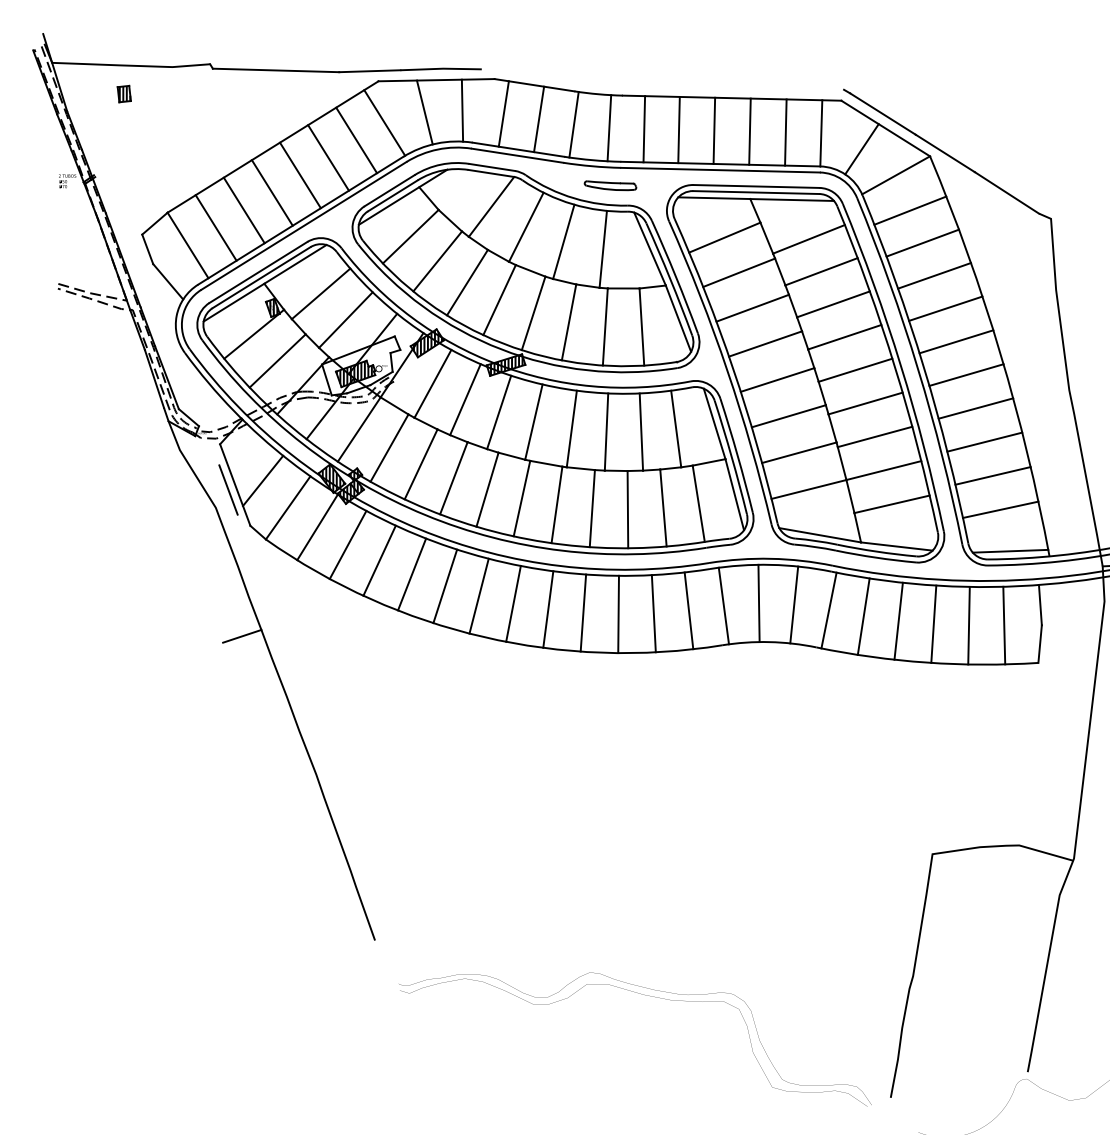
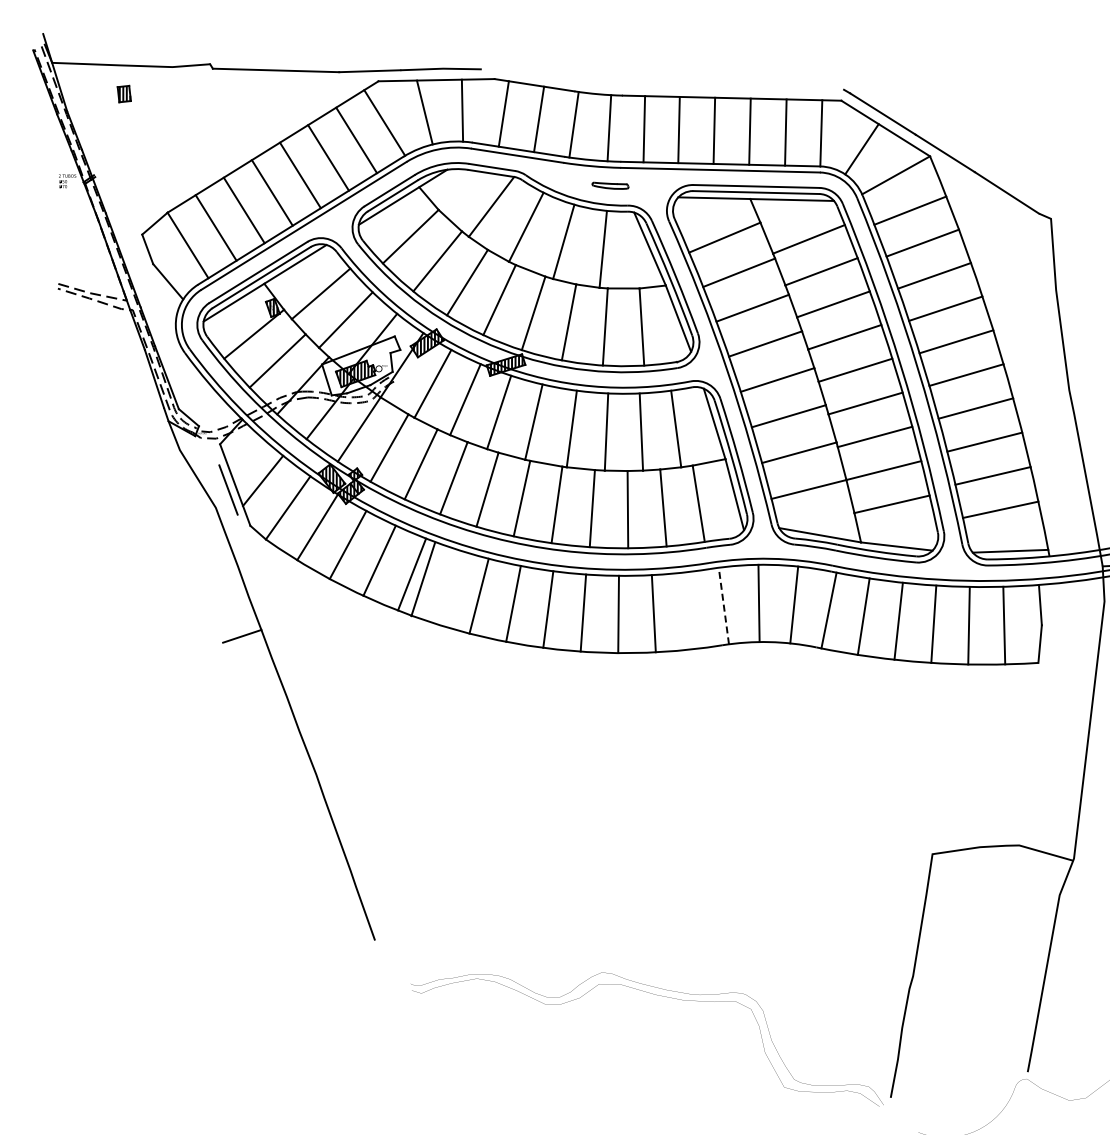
part at (610, 185) size: 55x12 px -> 39x9 px
line at (445, 586) position: (445, 586) -> (423, 579)
line at (723, 606): solid -> dashed
line at (688, 610): present -> none
part at (645, 995) position: (645, 995) -> (657, 995)
